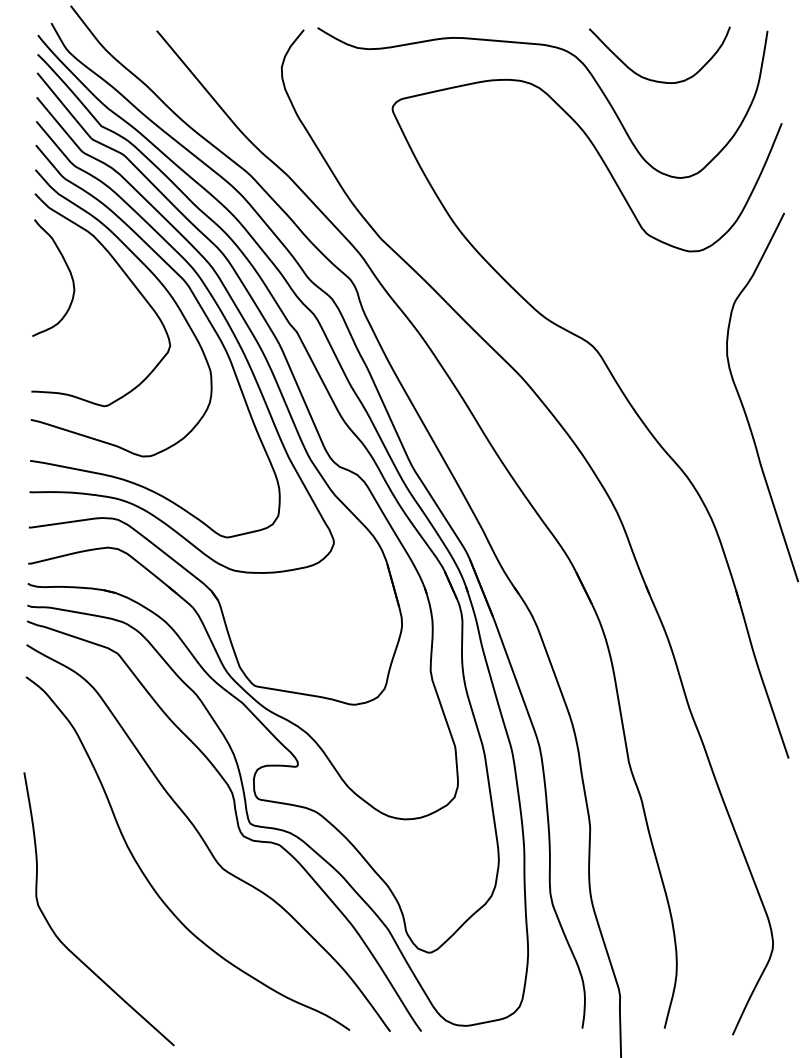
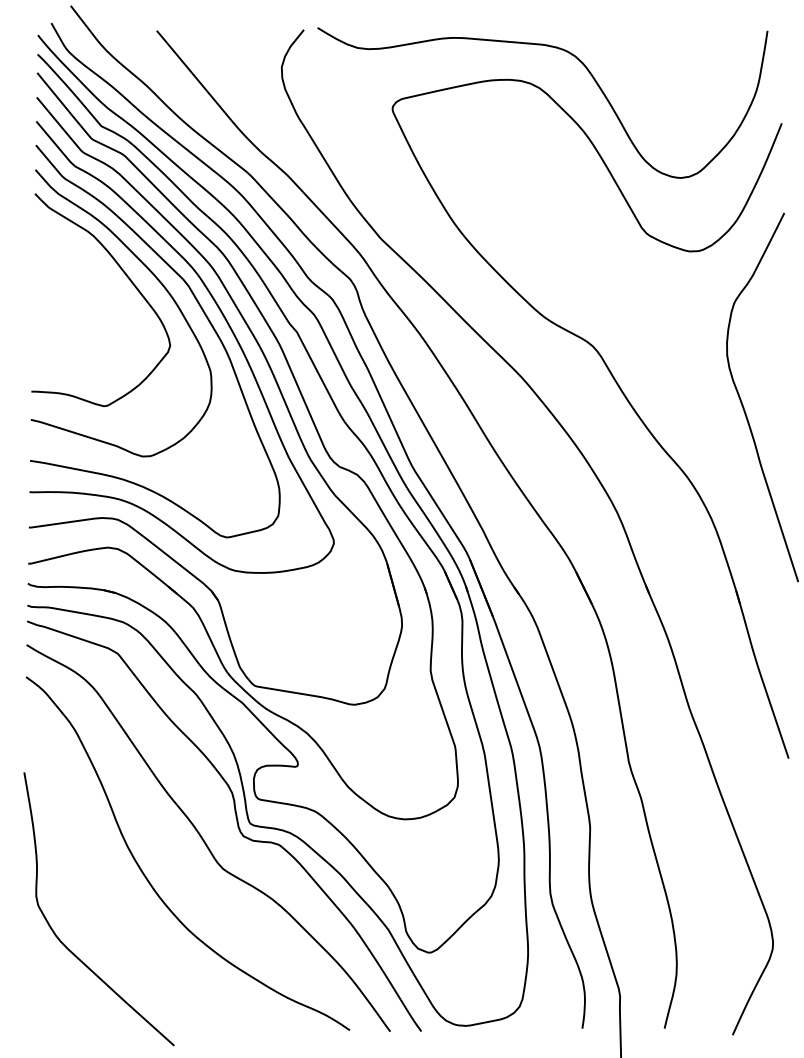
curve at (653, 79): present -> none
curve at (68, 270): present -> none
